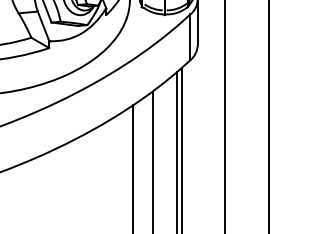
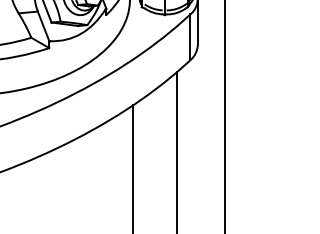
line at (269, 116): present -> none
line at (181, 149): present -> none
line at (152, 160): present -> none
